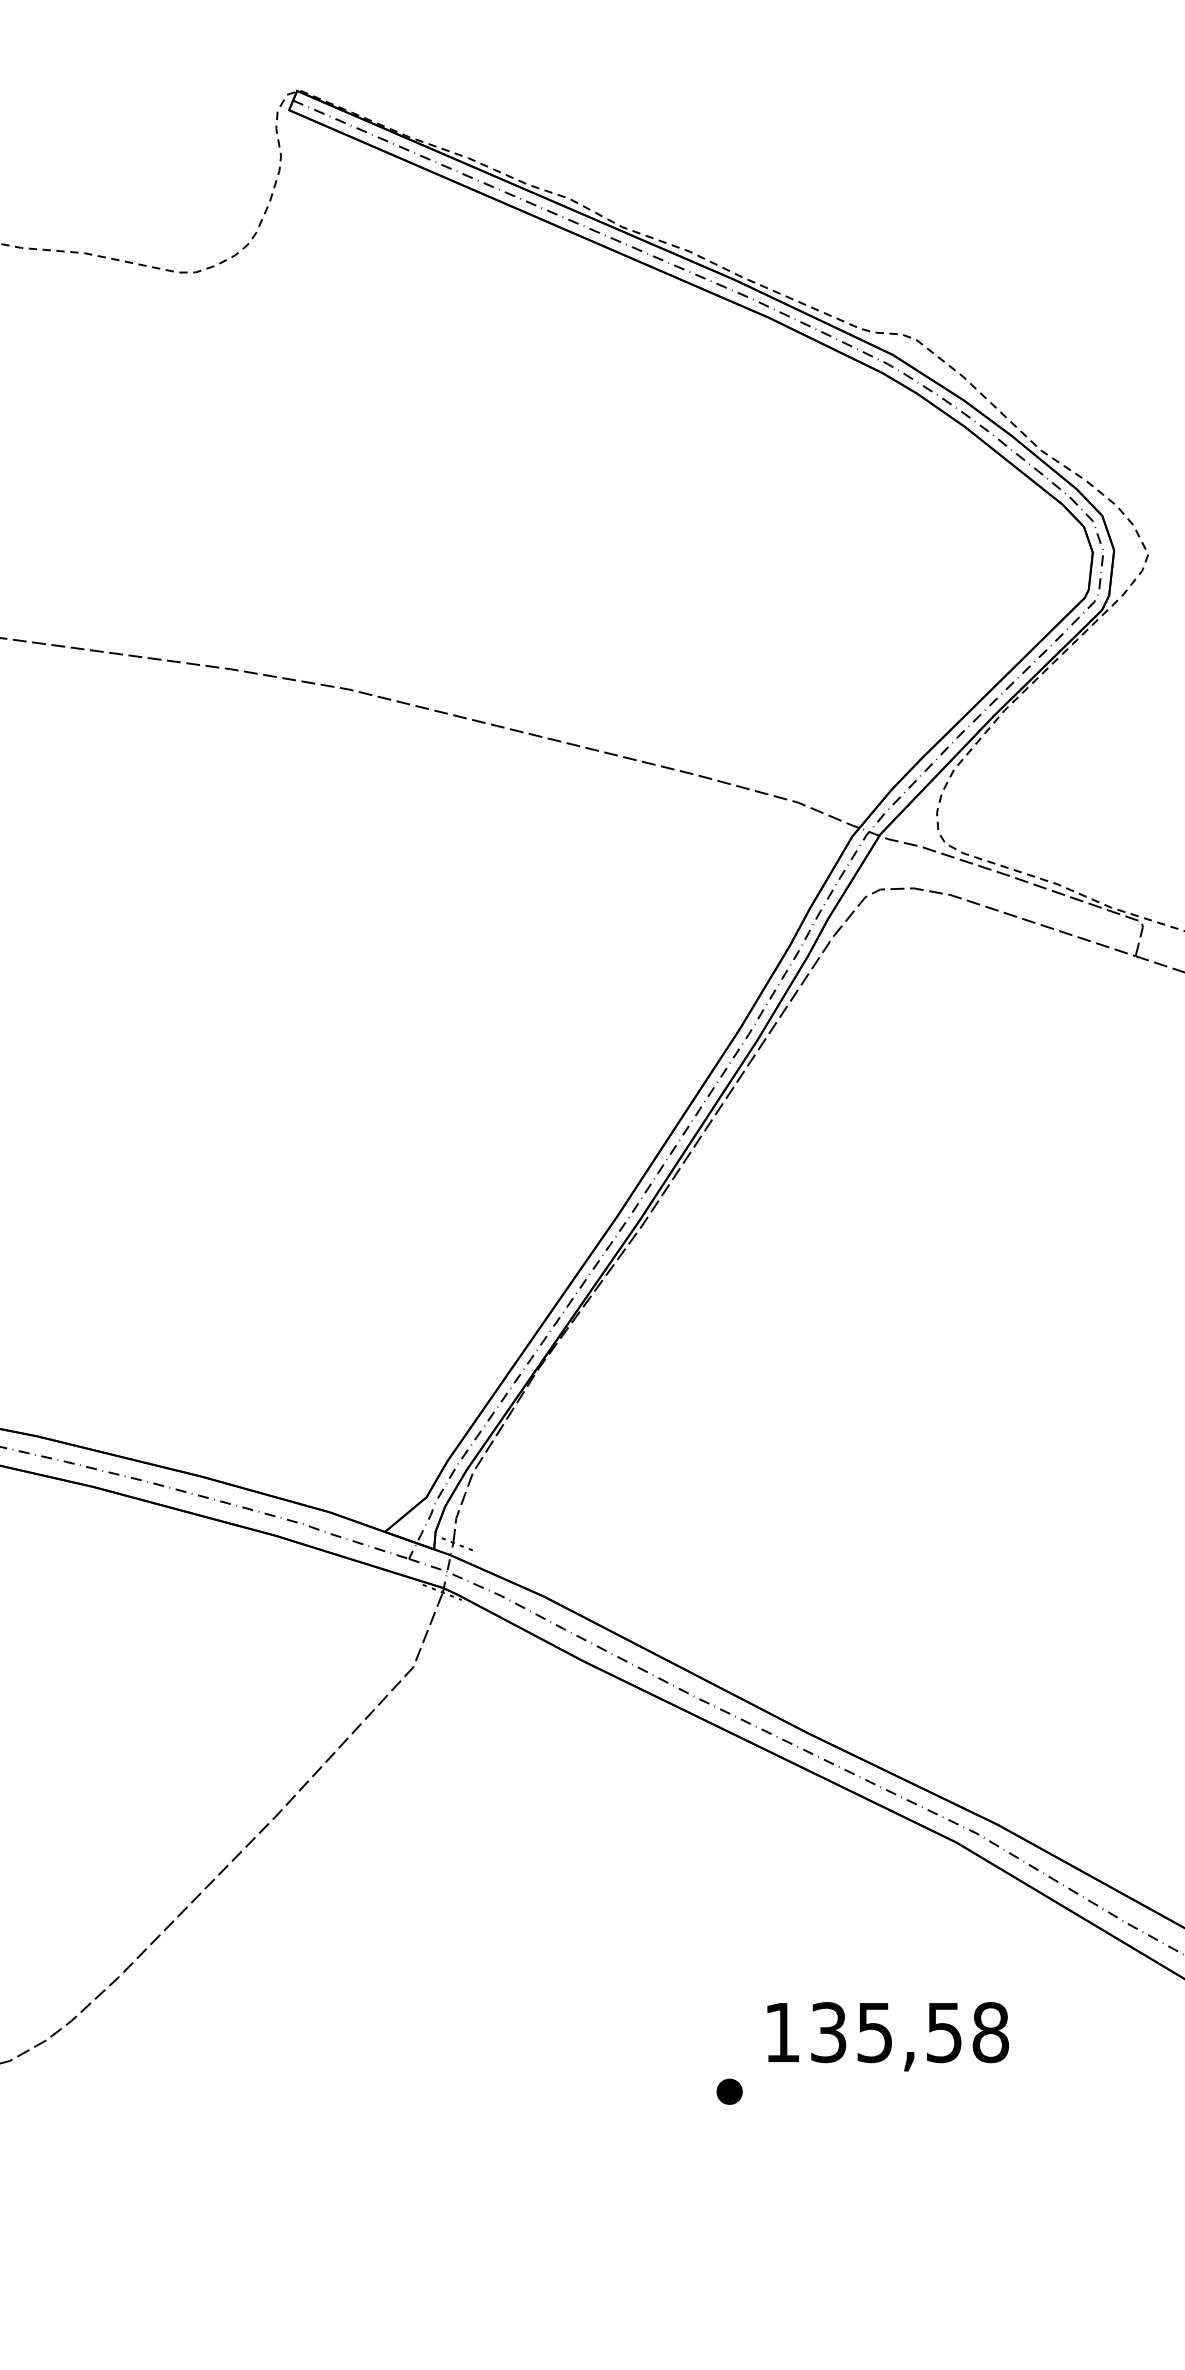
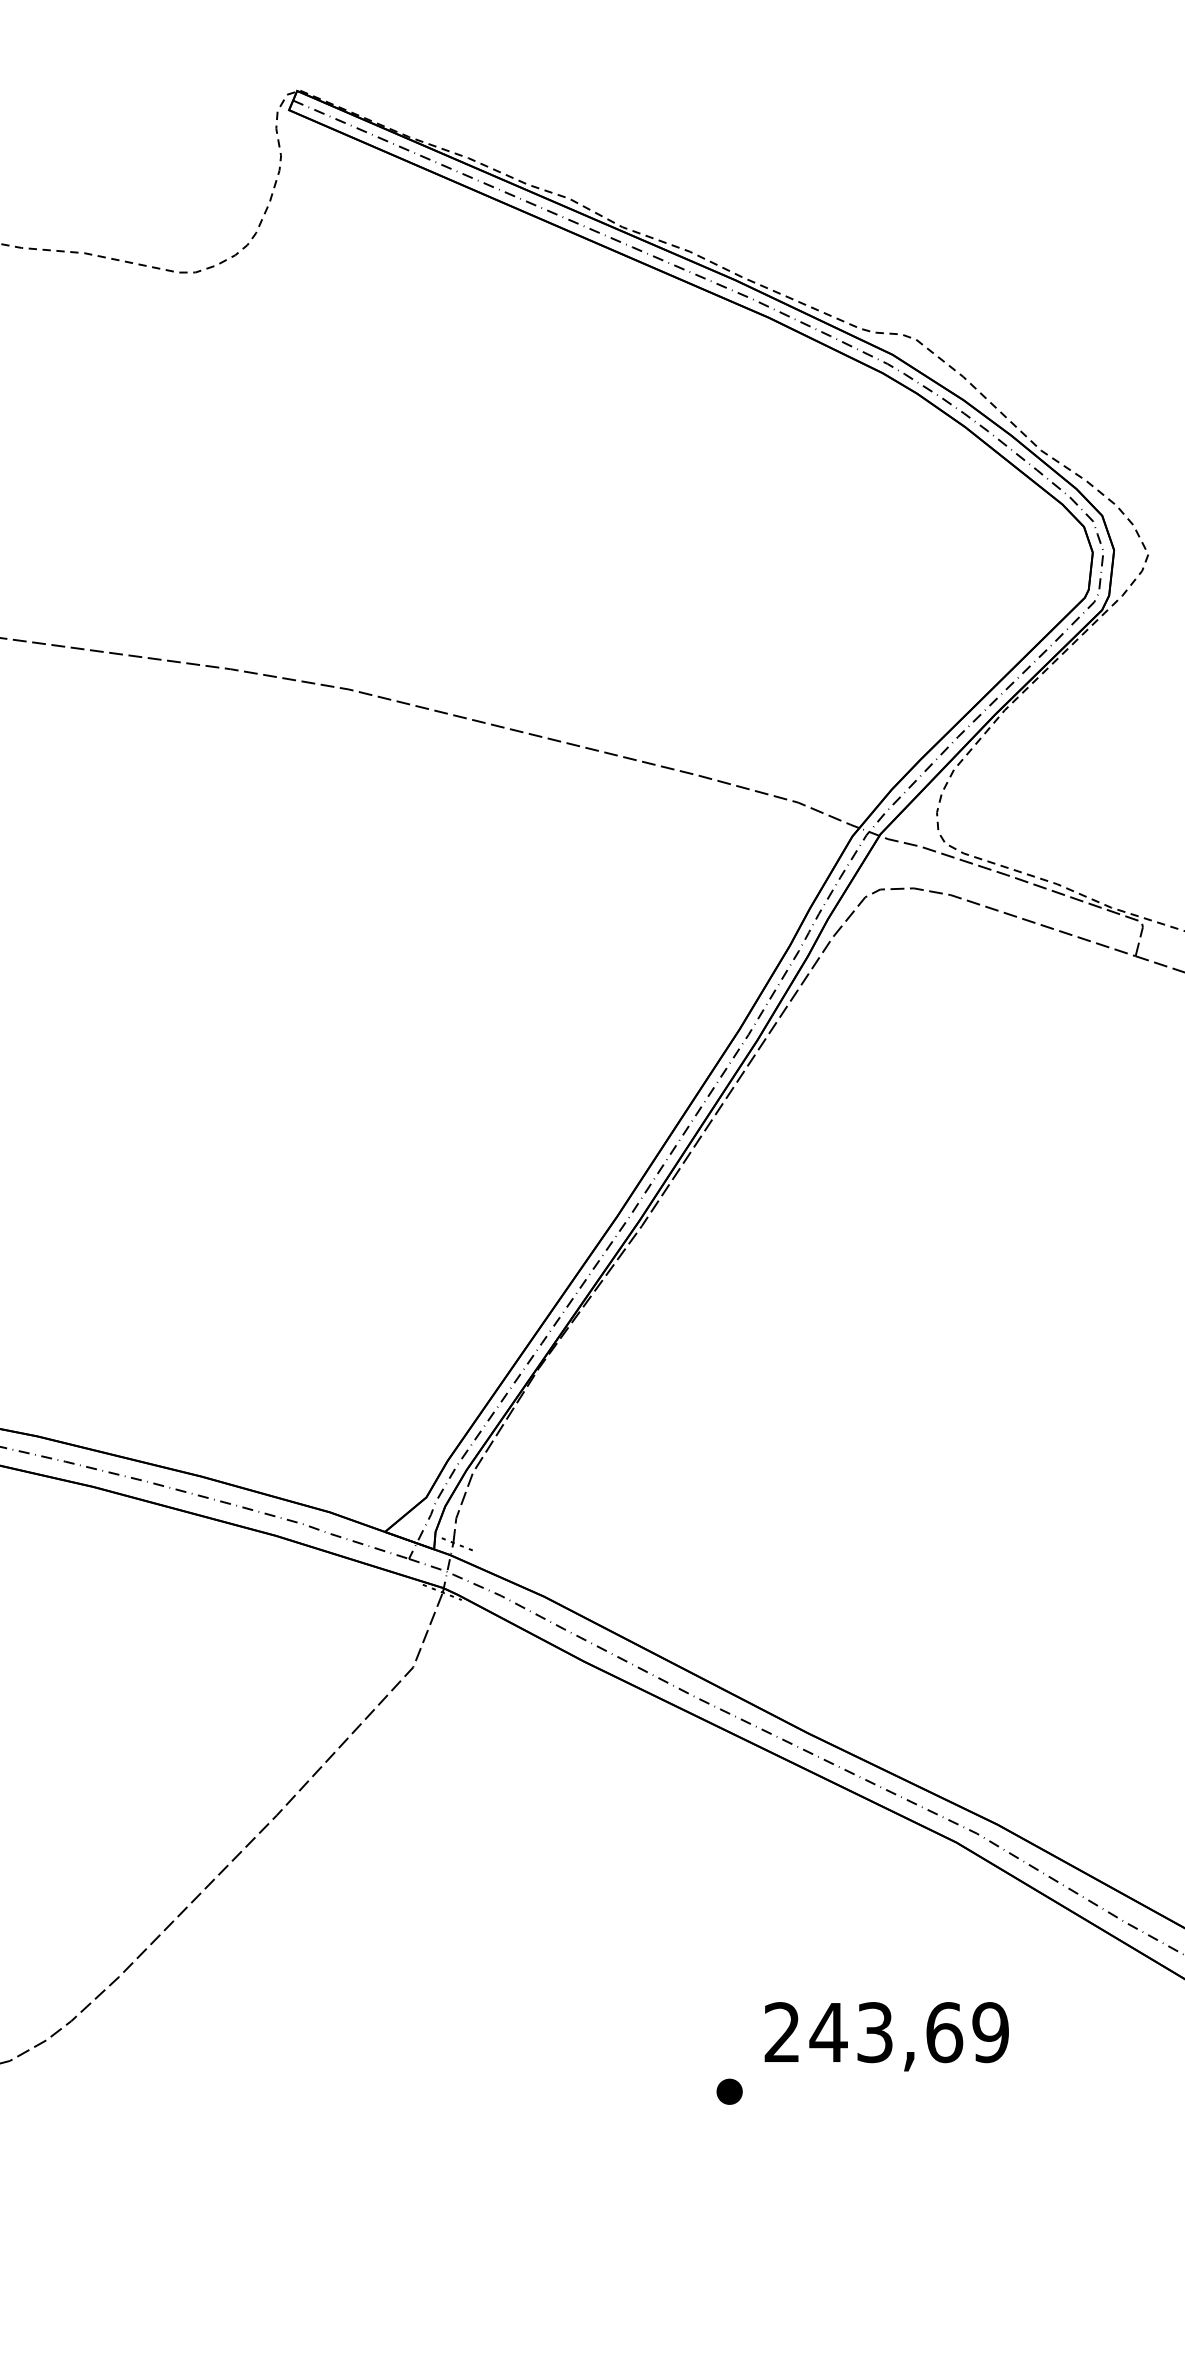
text at (886, 2032): 135,58 -> 243,69
